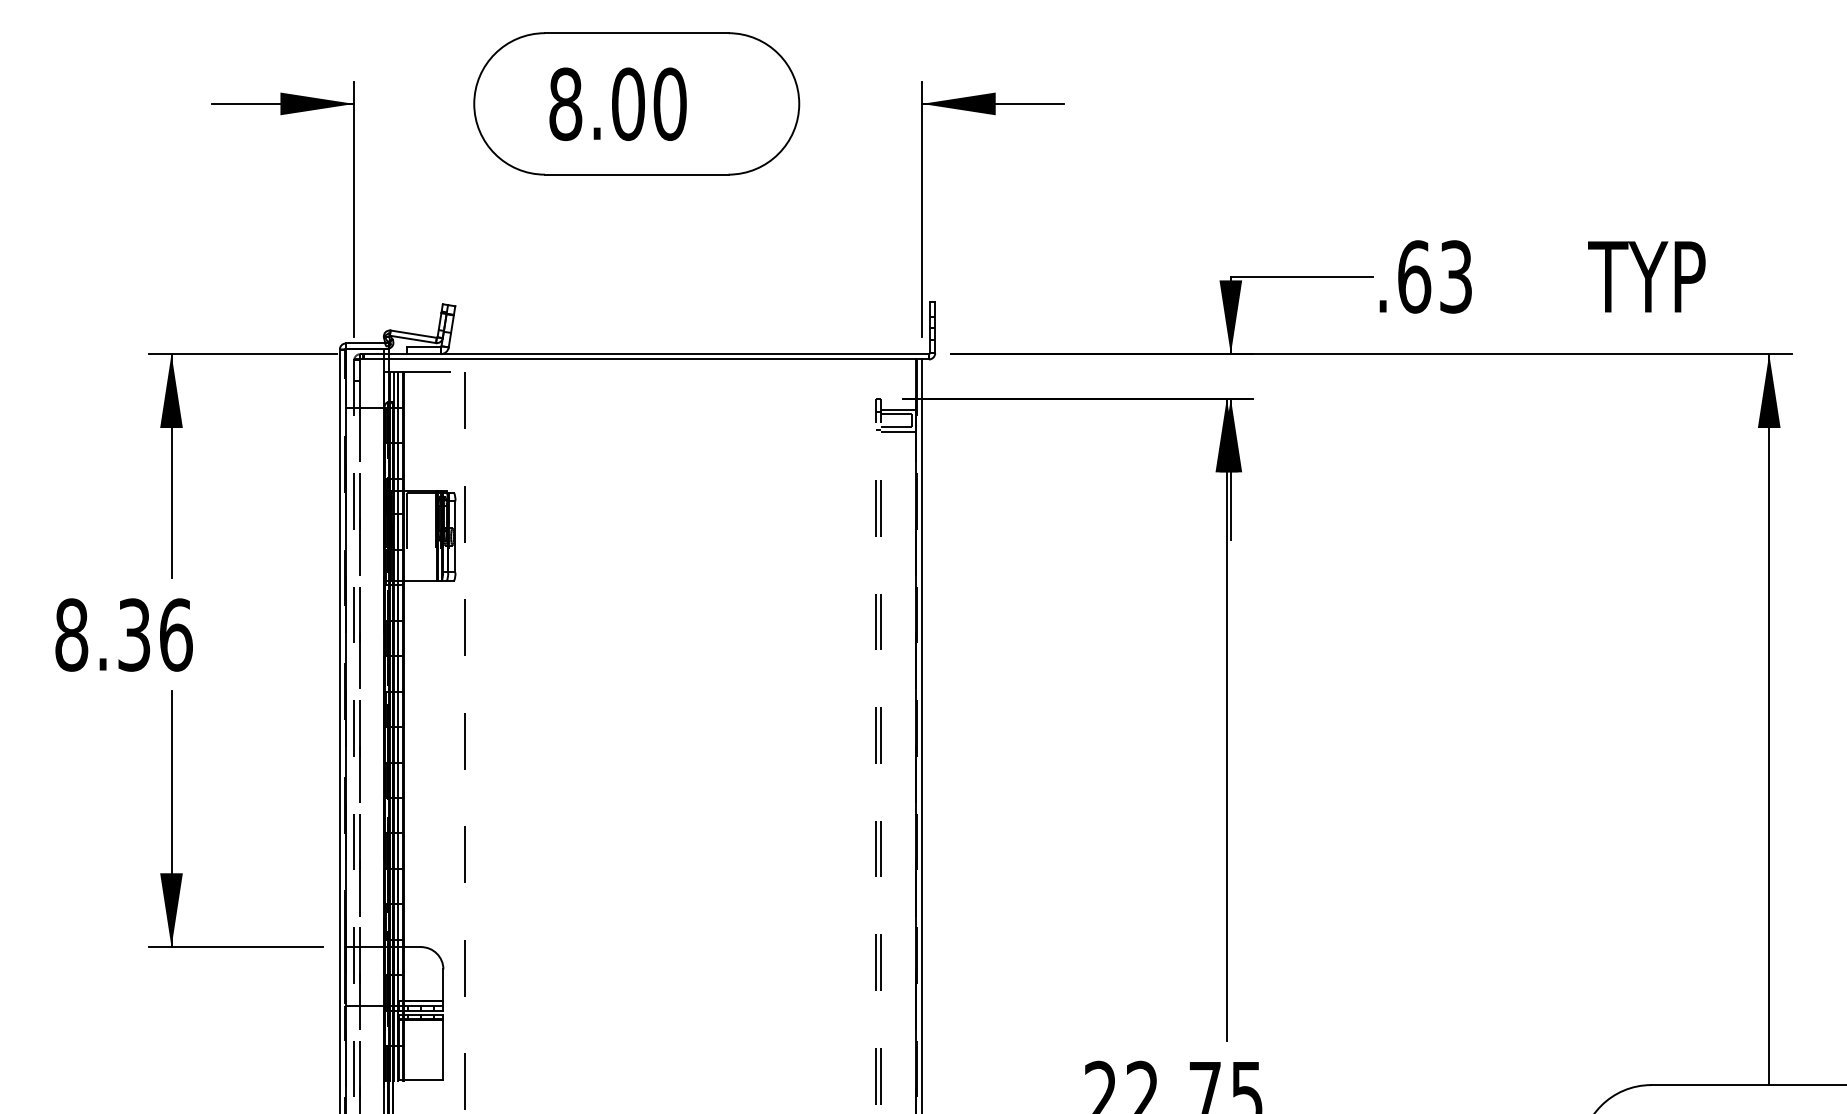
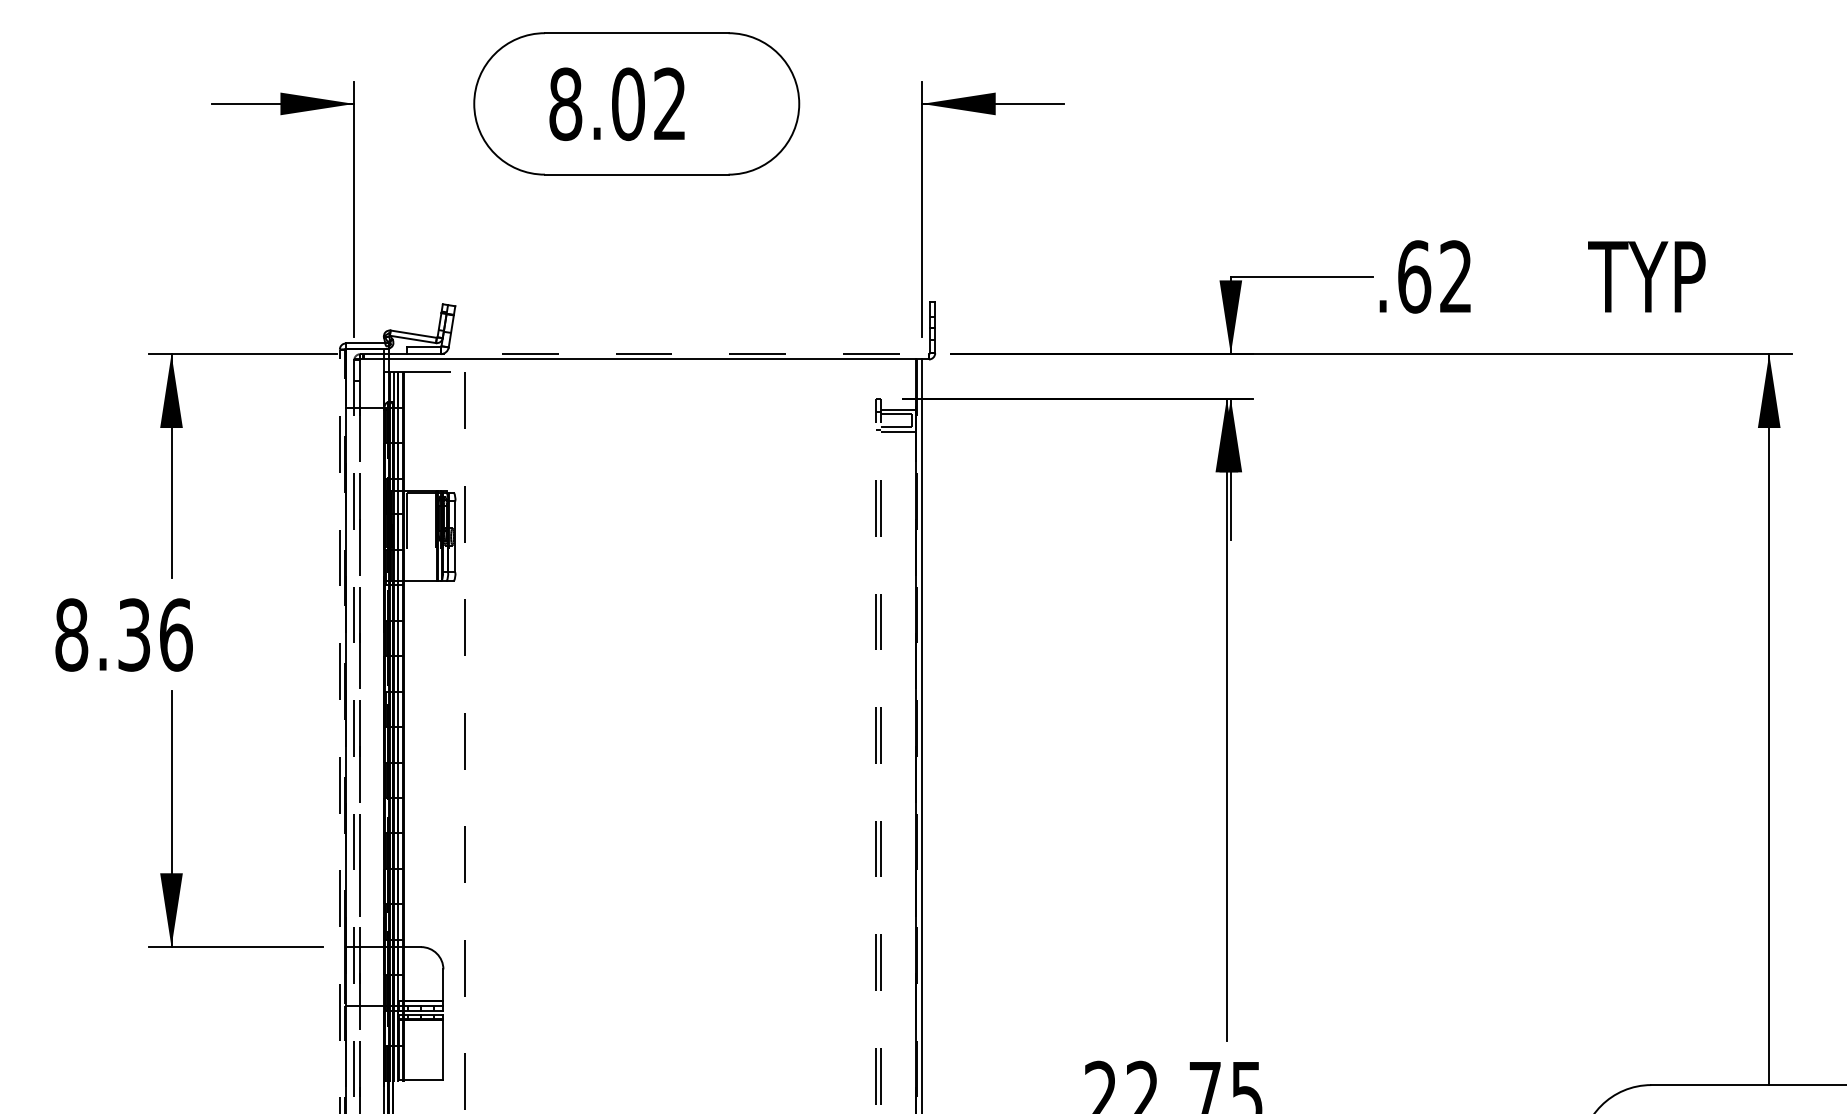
text at (669, 104): 8.00 -> 8.02
text at (1455, 276): .63 -> .62
line at (659, 354): solid -> dashed
line at (339, 731): solid -> dashed
